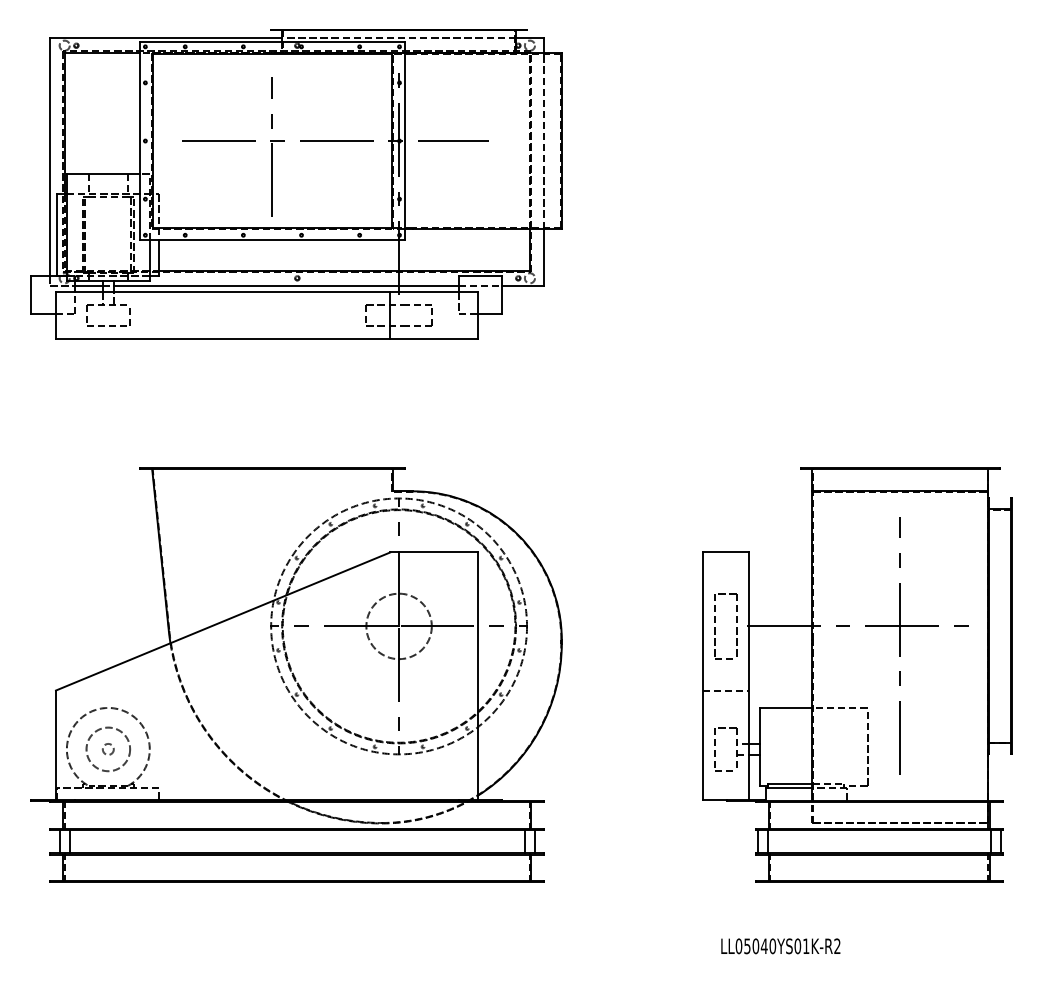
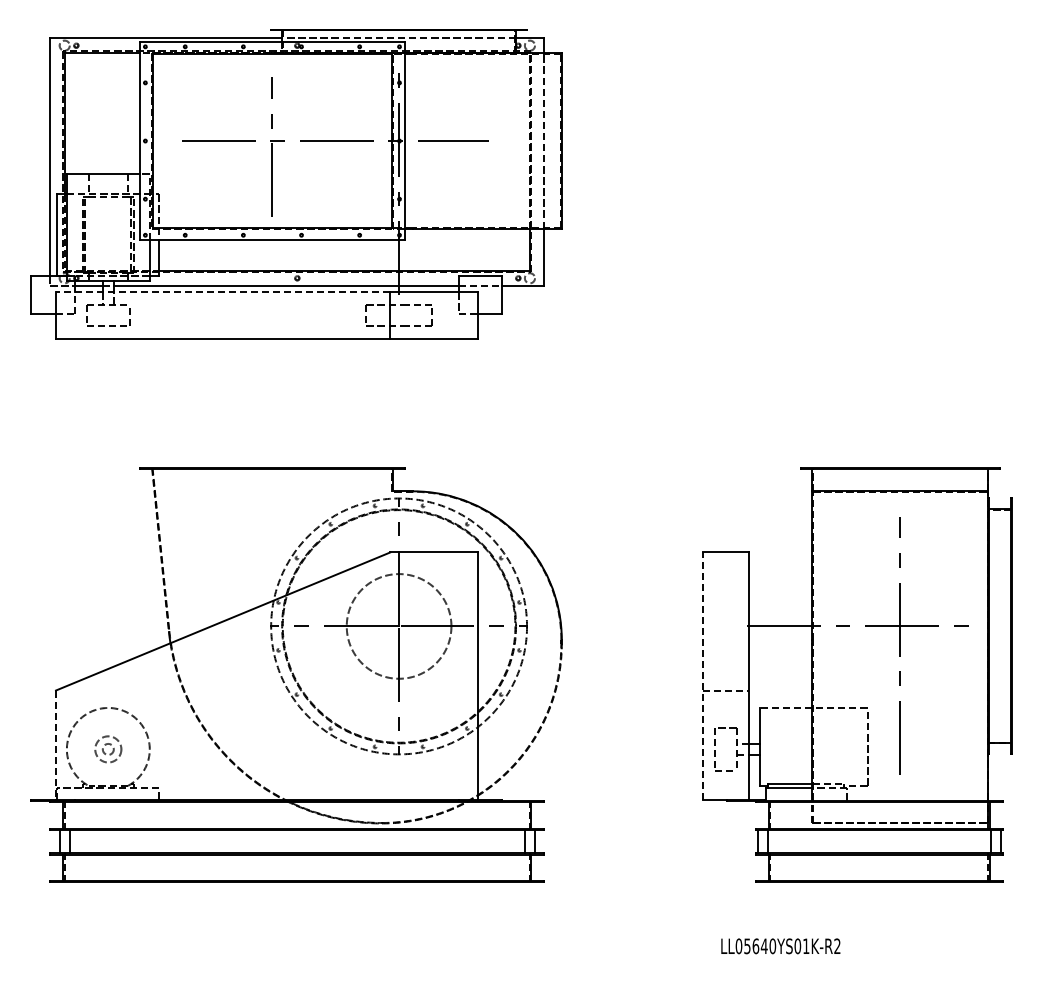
line at (222, 292): solid -> dashed
line at (160, 550): solid -> dashed
circle at (398, 626) diameter: 65 px -> 105 px
part at (715, 627): present -> none
line at (702, 676): solid -> dashed
line at (785, 707): solid -> dashed
arc at (539, 730): solid -> dashed
line at (56, 745): solid -> dashed
circle at (108, 749) diameter: 44 px -> 26 px
text at (755, 945): LL05040YS01K-R2 -> LL05640YS01K-R2
